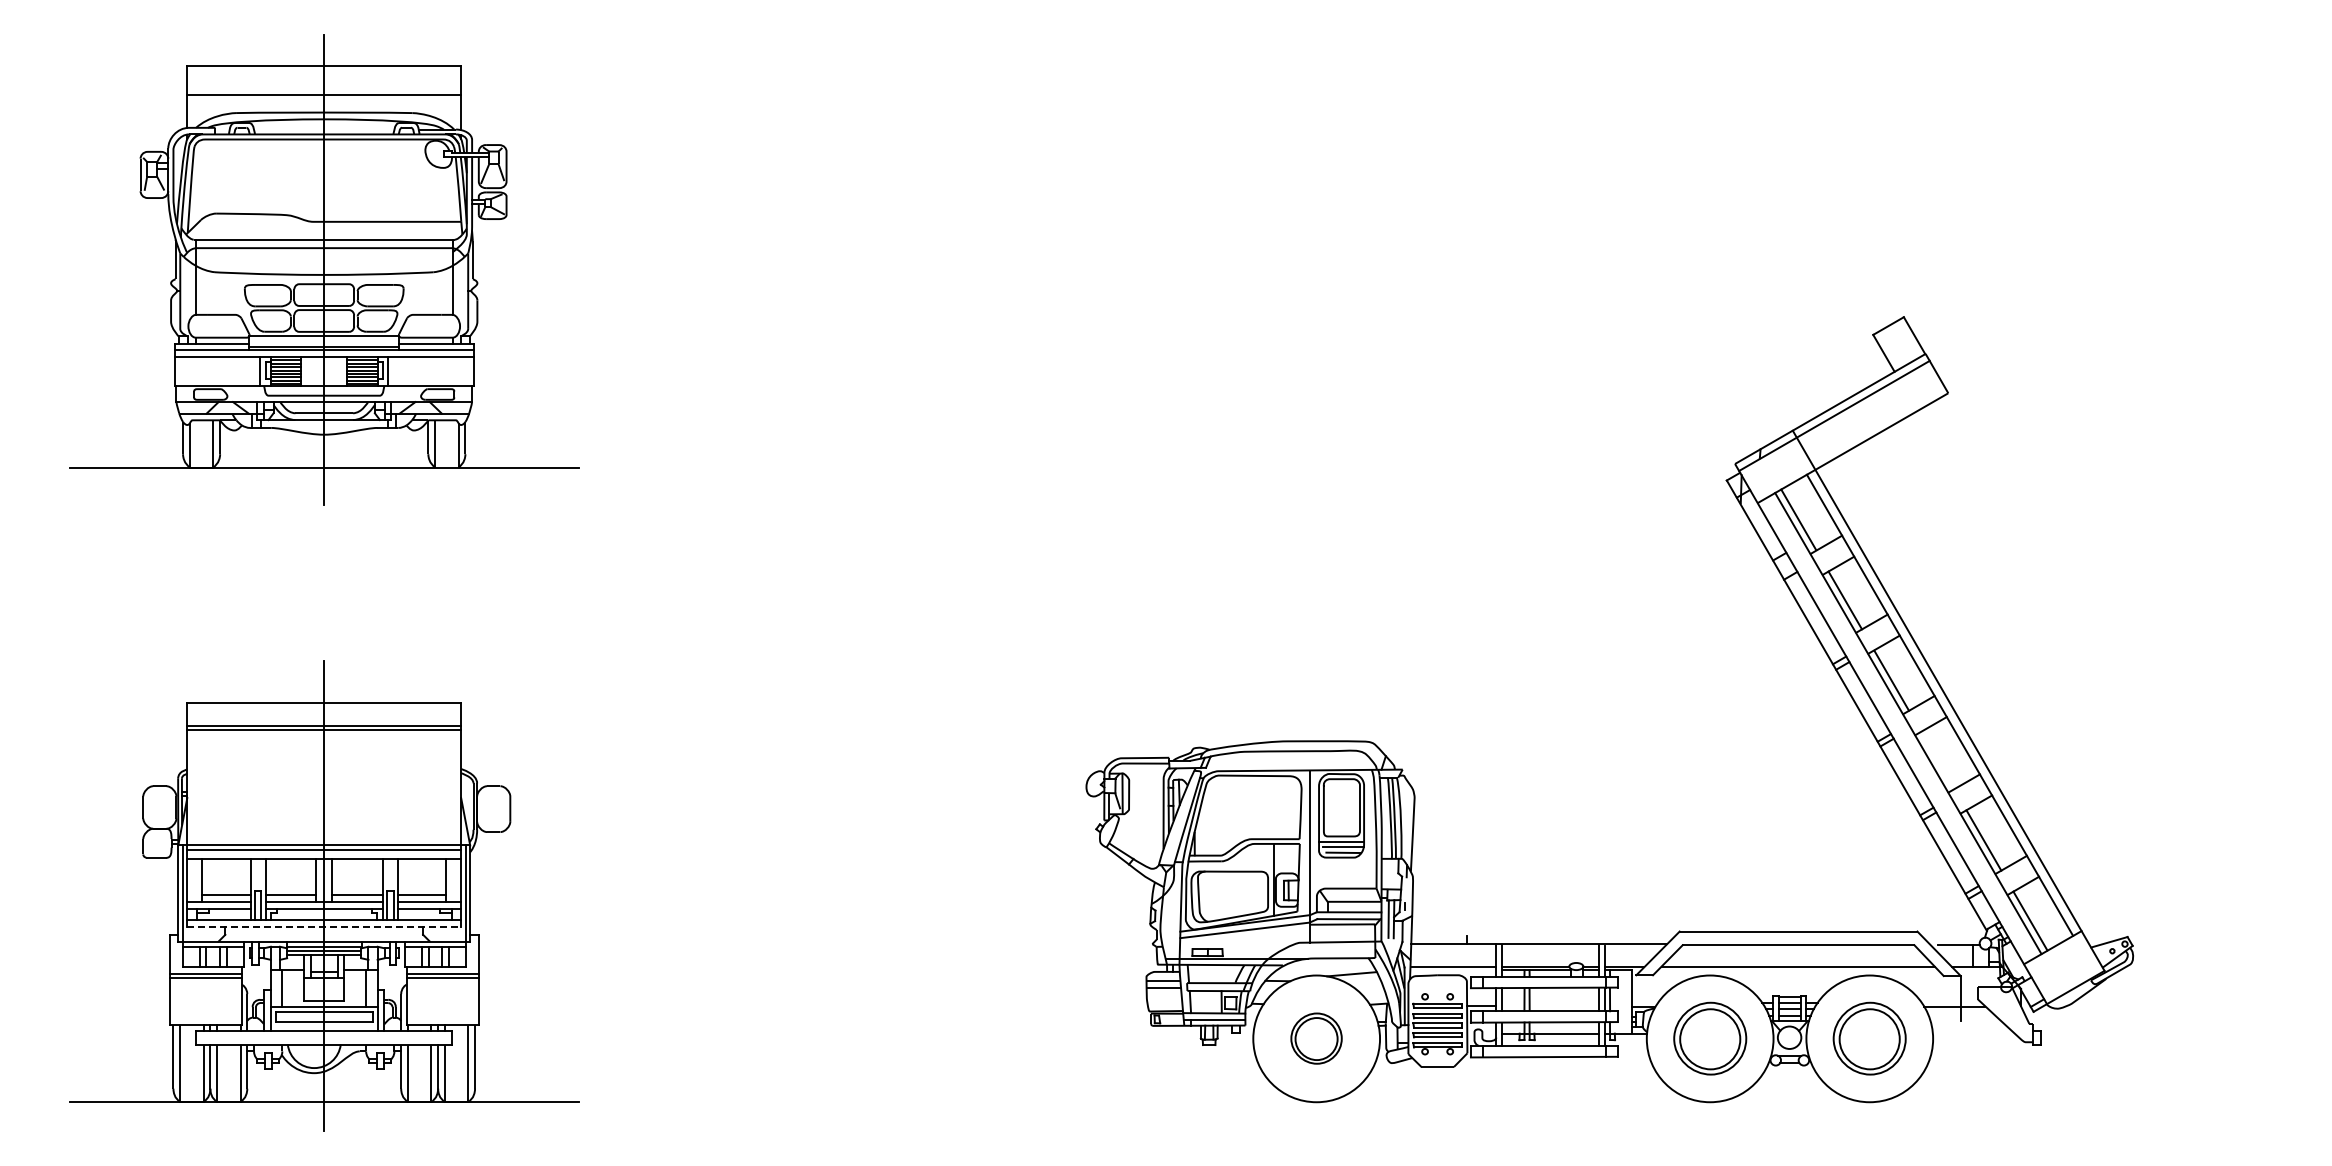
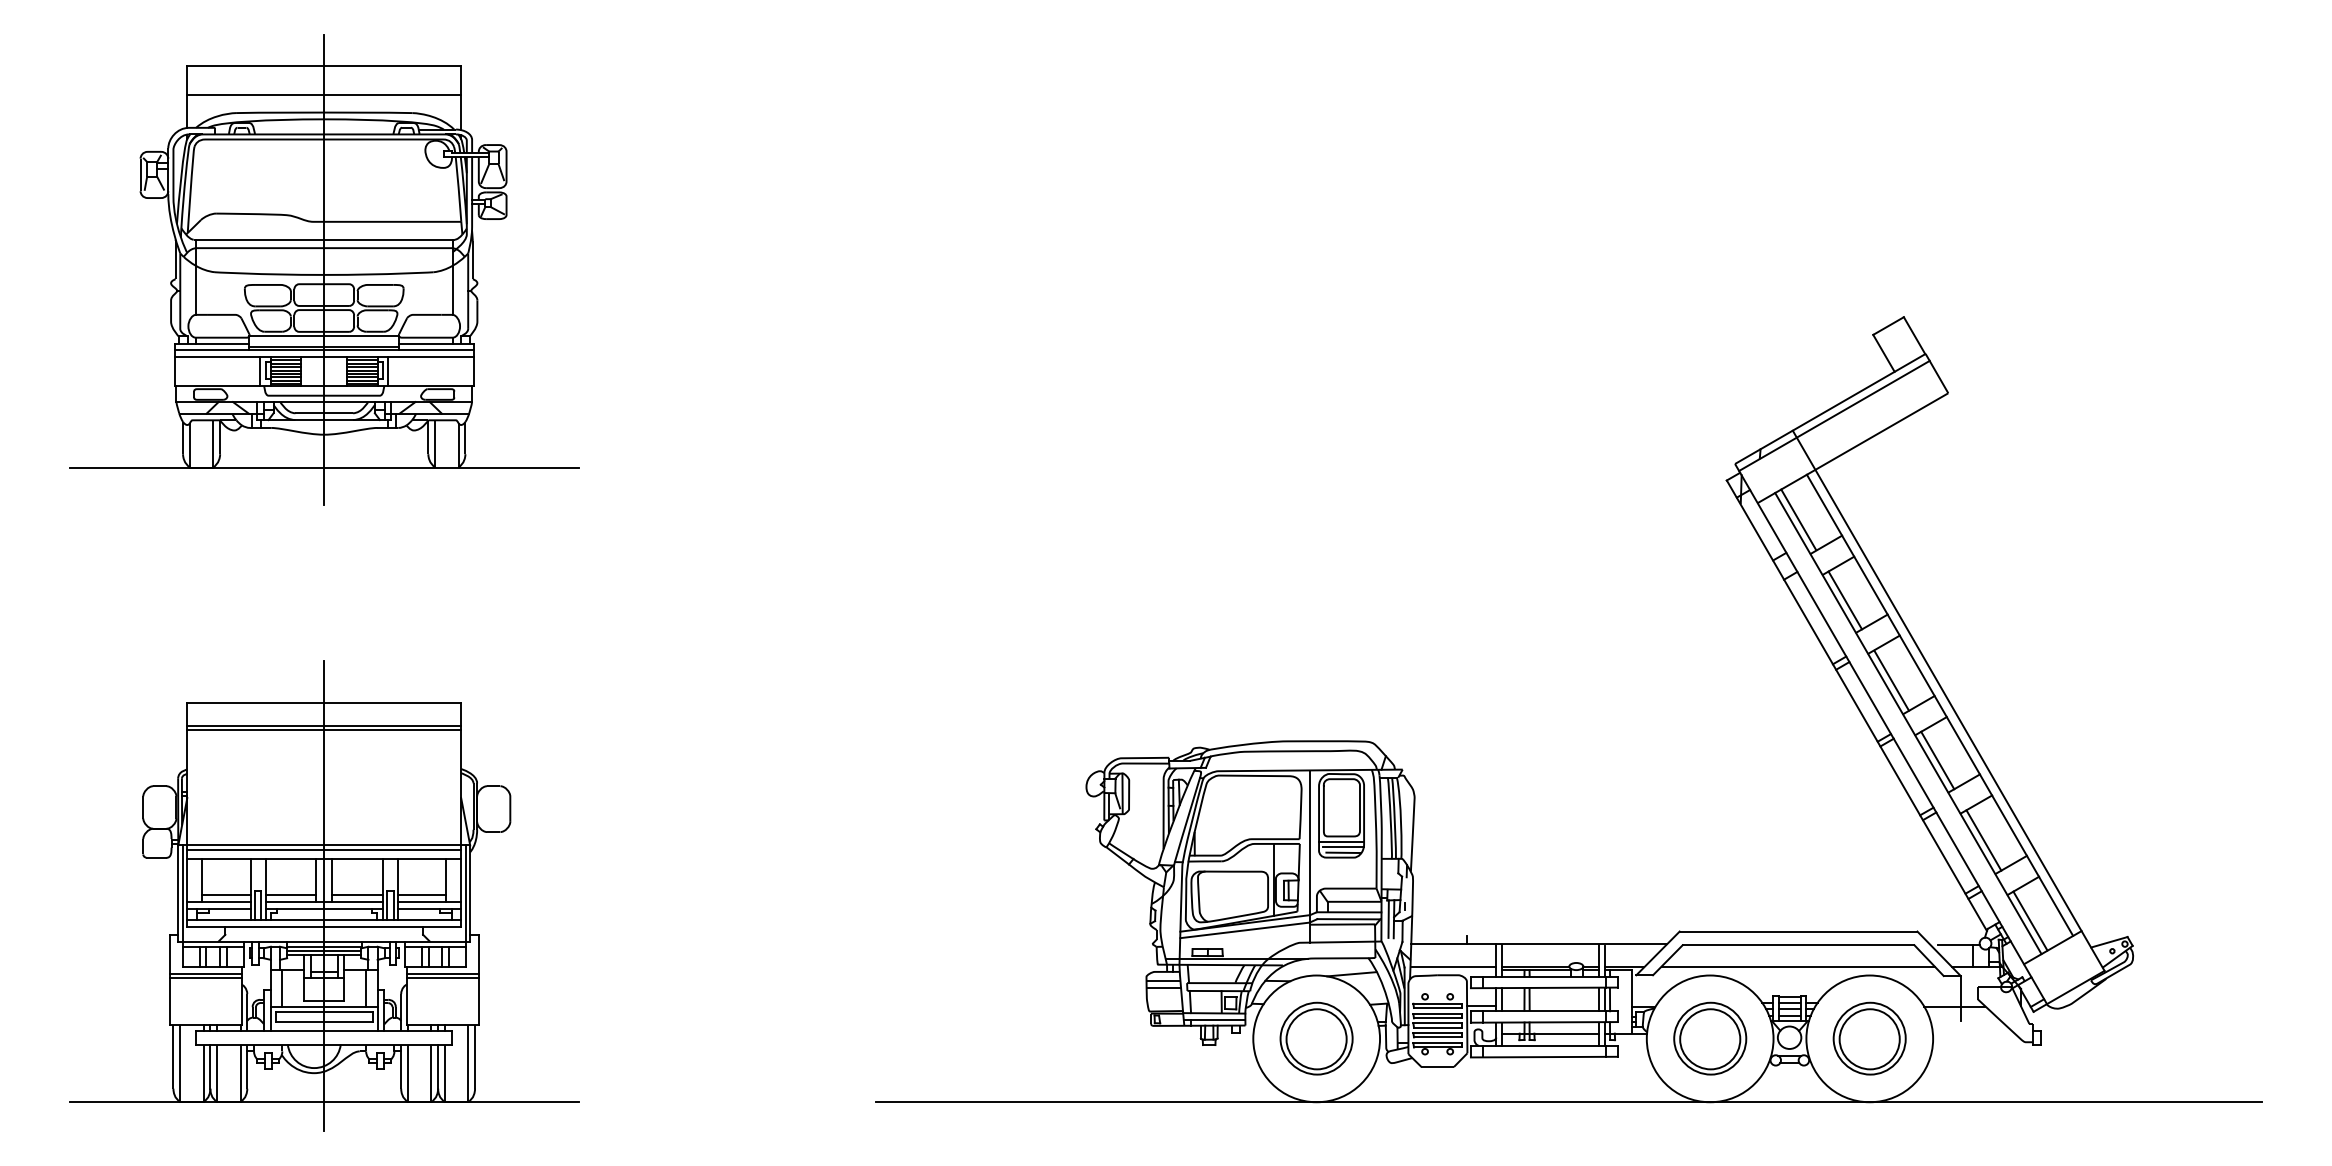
line at (1937, 760): none -> present
line at (324, 926): dashed -> solid
part at (1316, 1038) size: 53x53 px -> 75x75 px
line at (1569, 1102): none -> present
